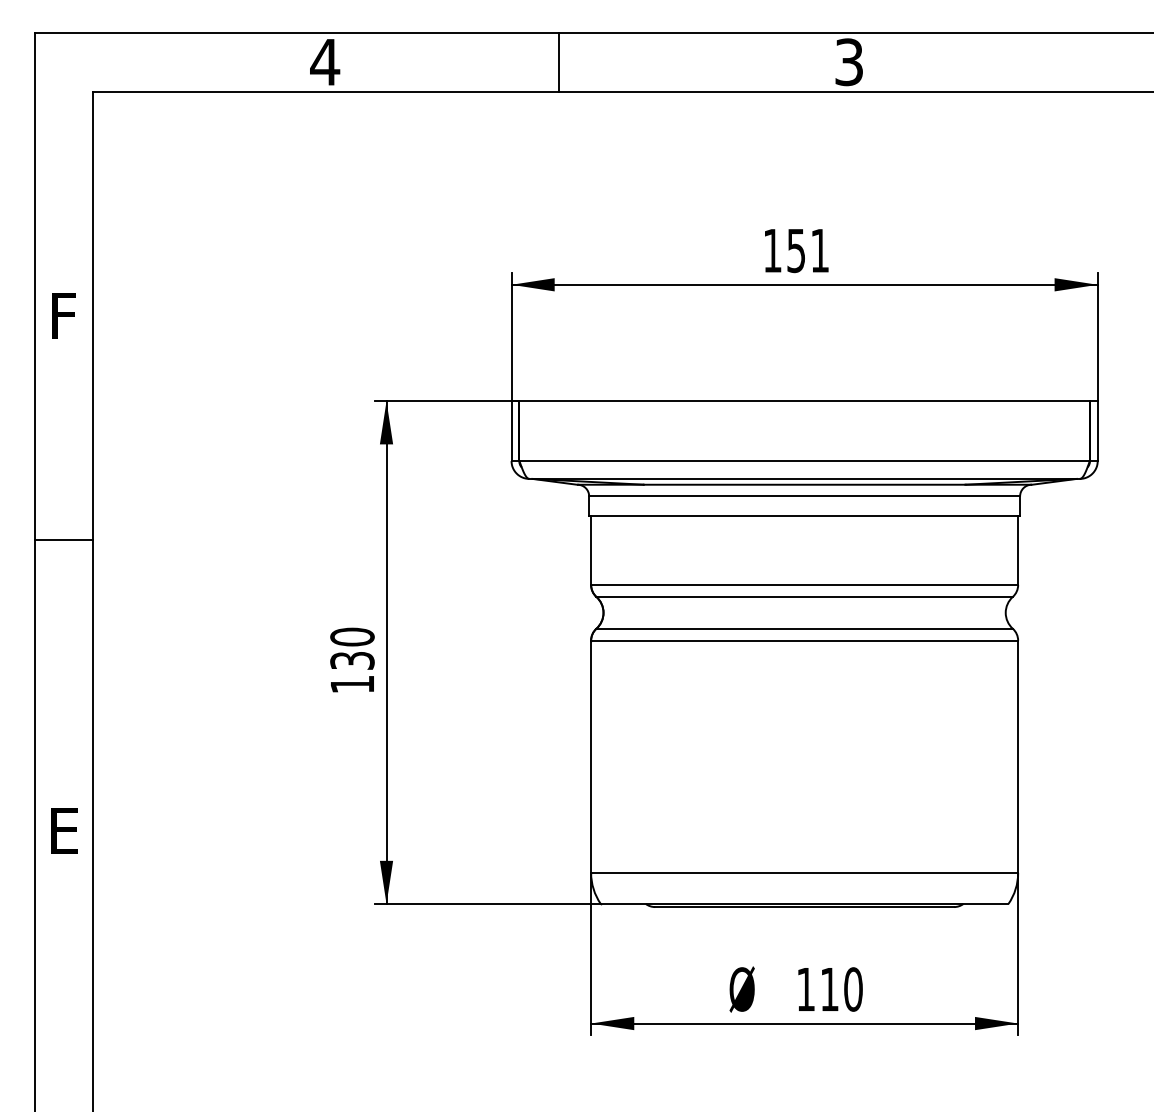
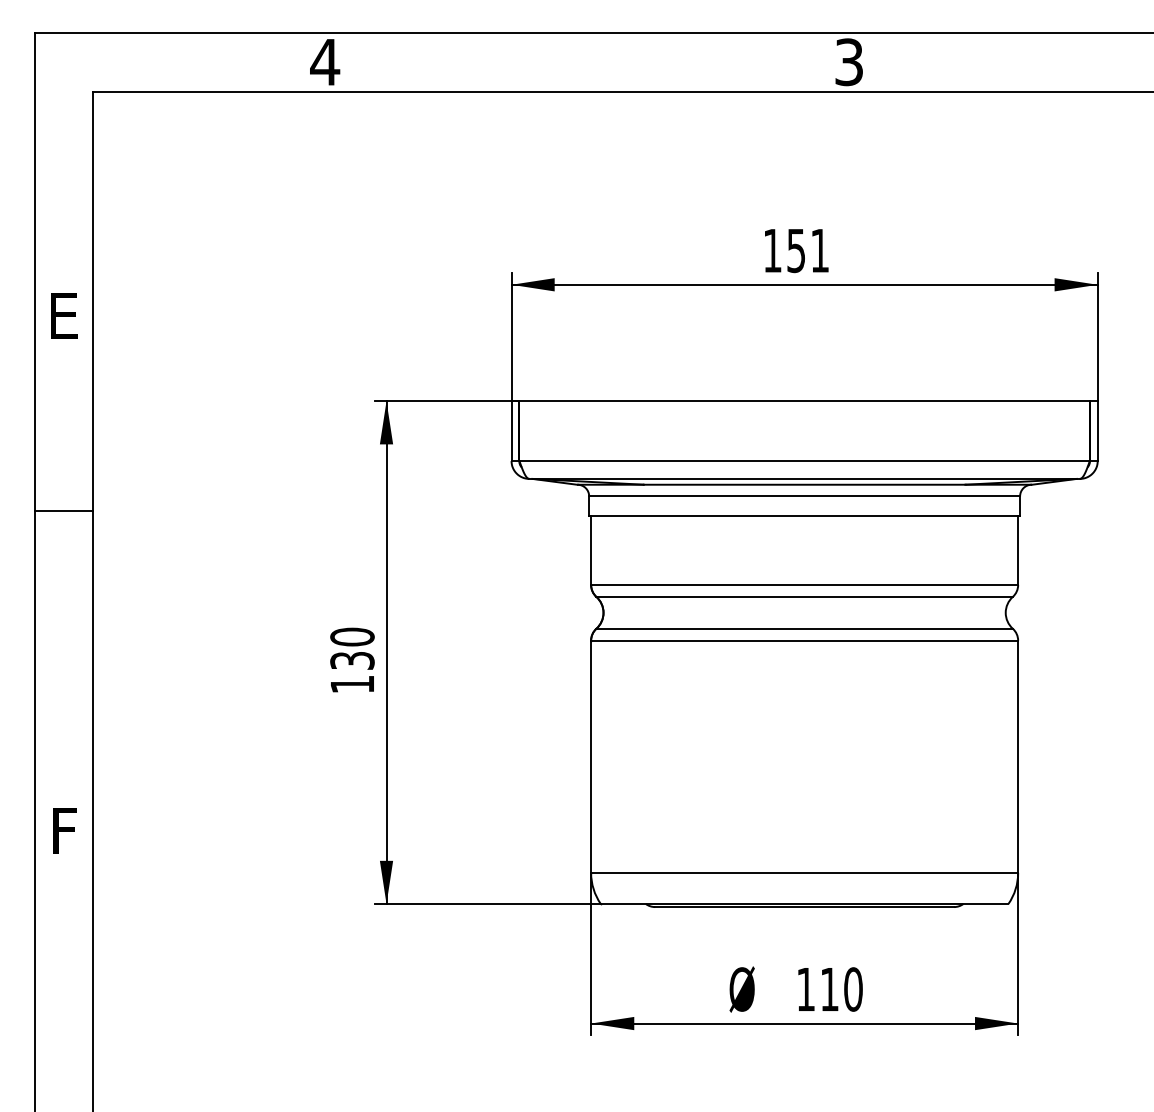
line at (558, 62): present -> none
text at (64, 315): F -> E
line at (63, 539) position: (63, 539) -> (63, 510)
text at (64, 830): E -> F
